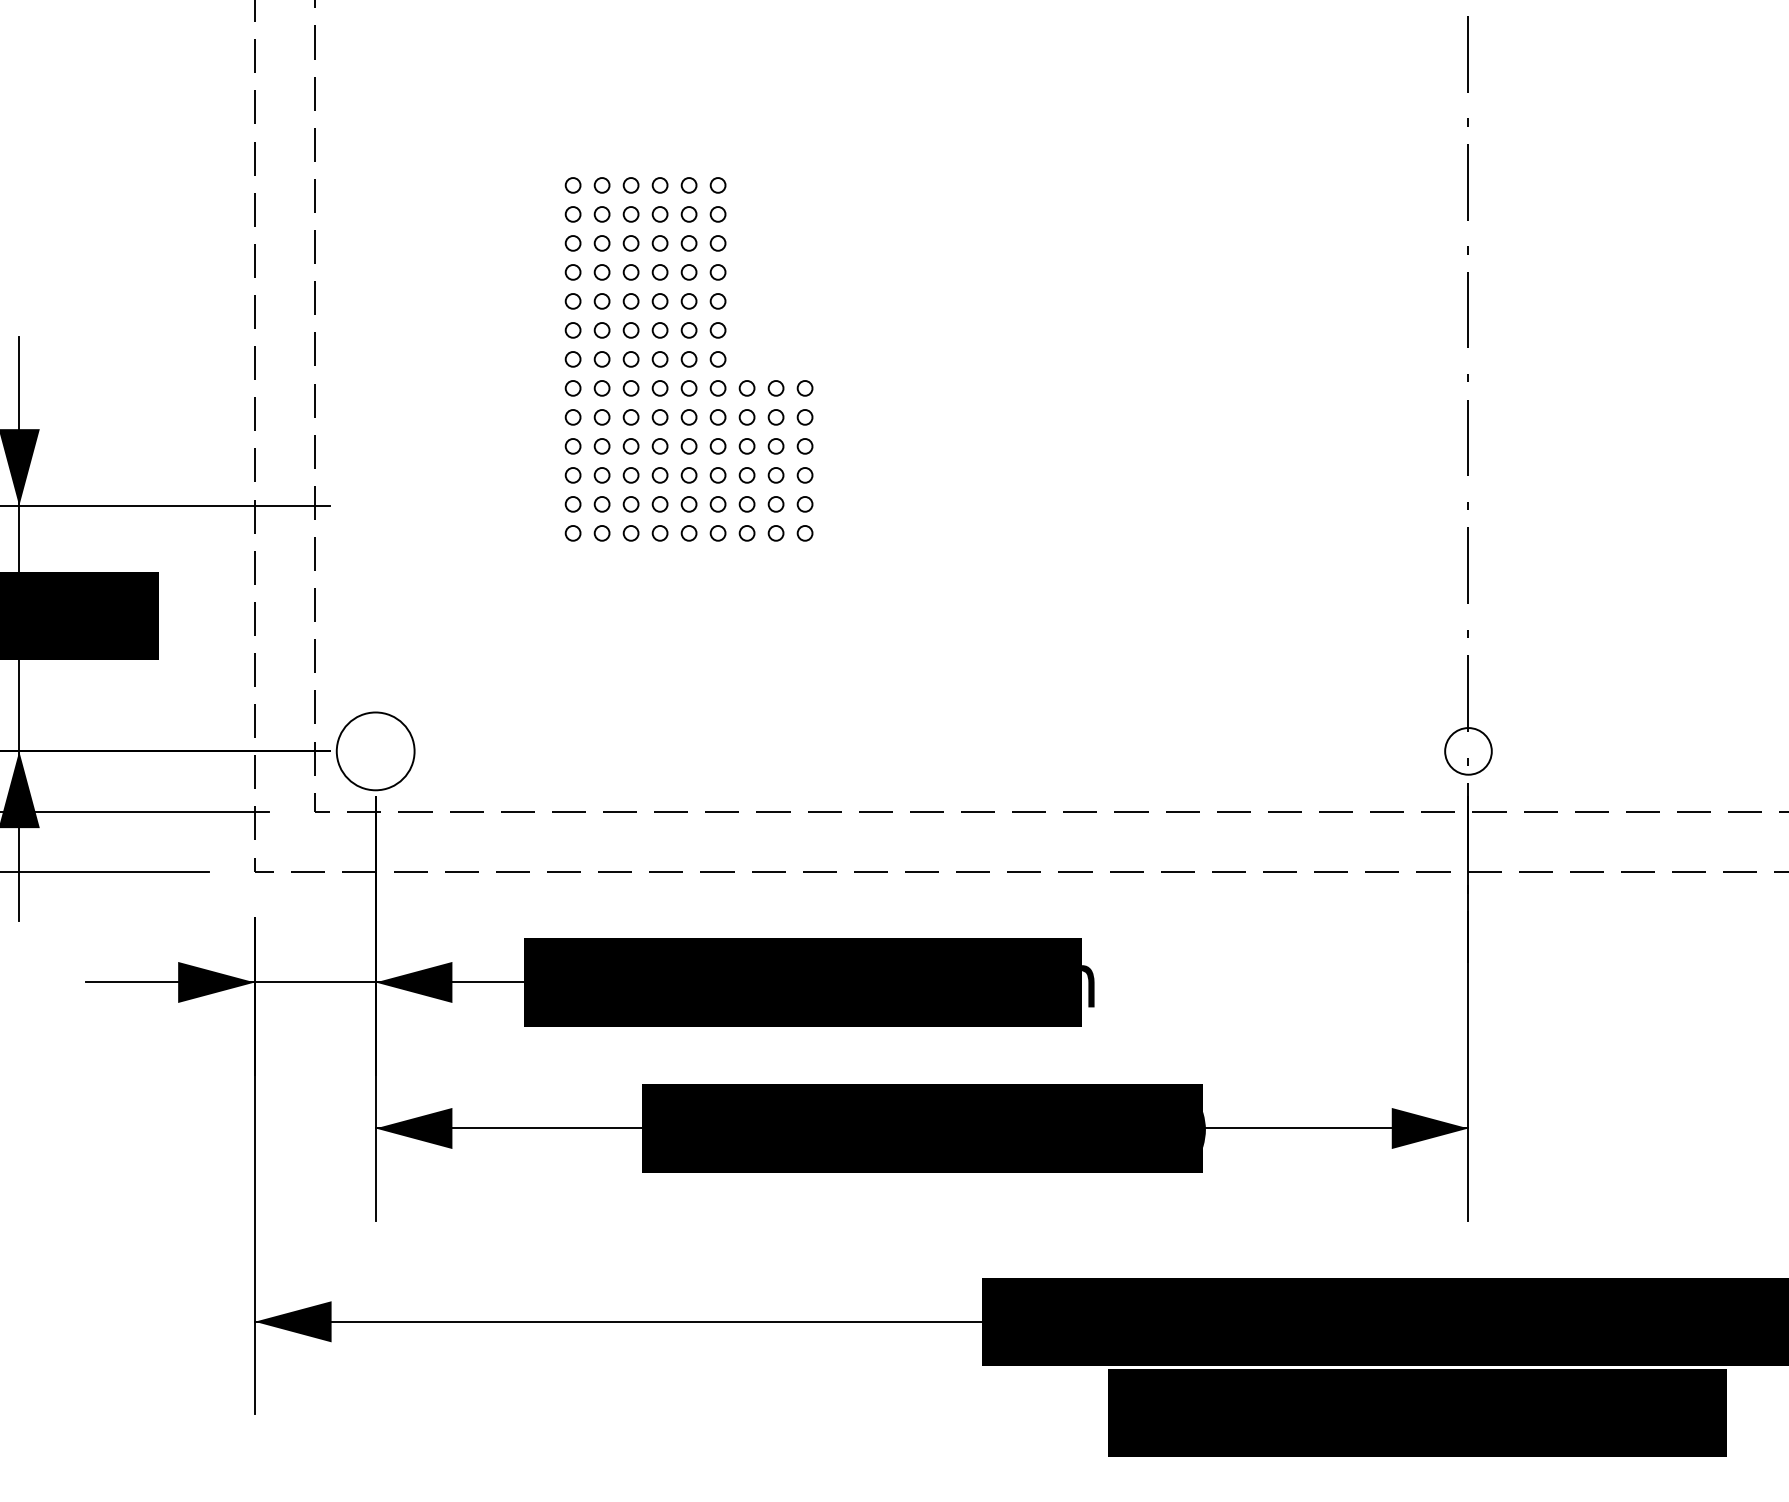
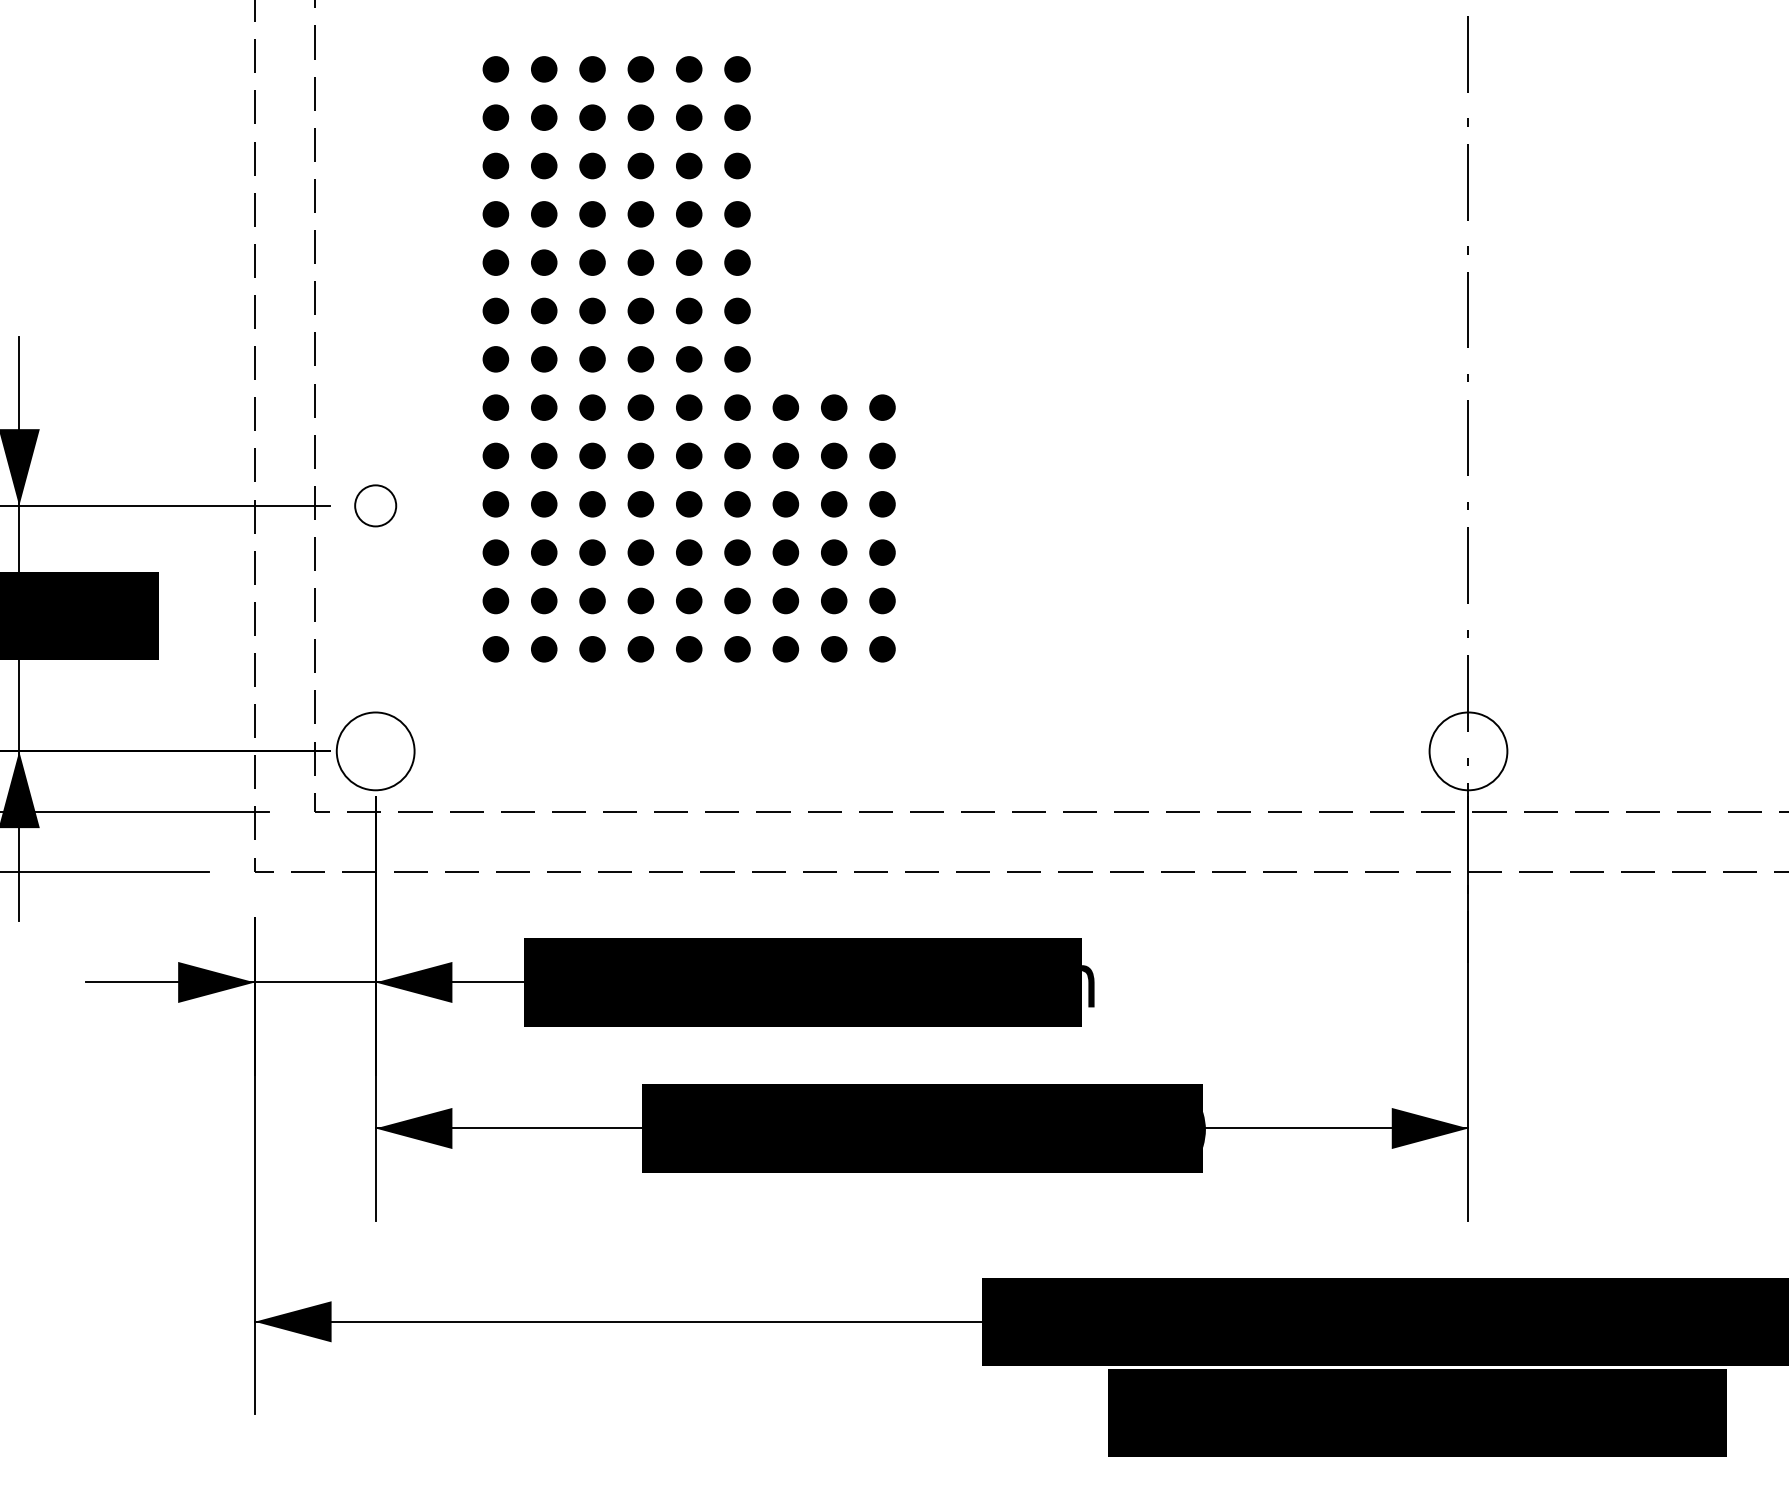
part at (688, 359) size: 250x365 px -> 414x607 px
circle at (375, 505): none -> present
circle at (1468, 751) diameter: 47 px -> 78 px
